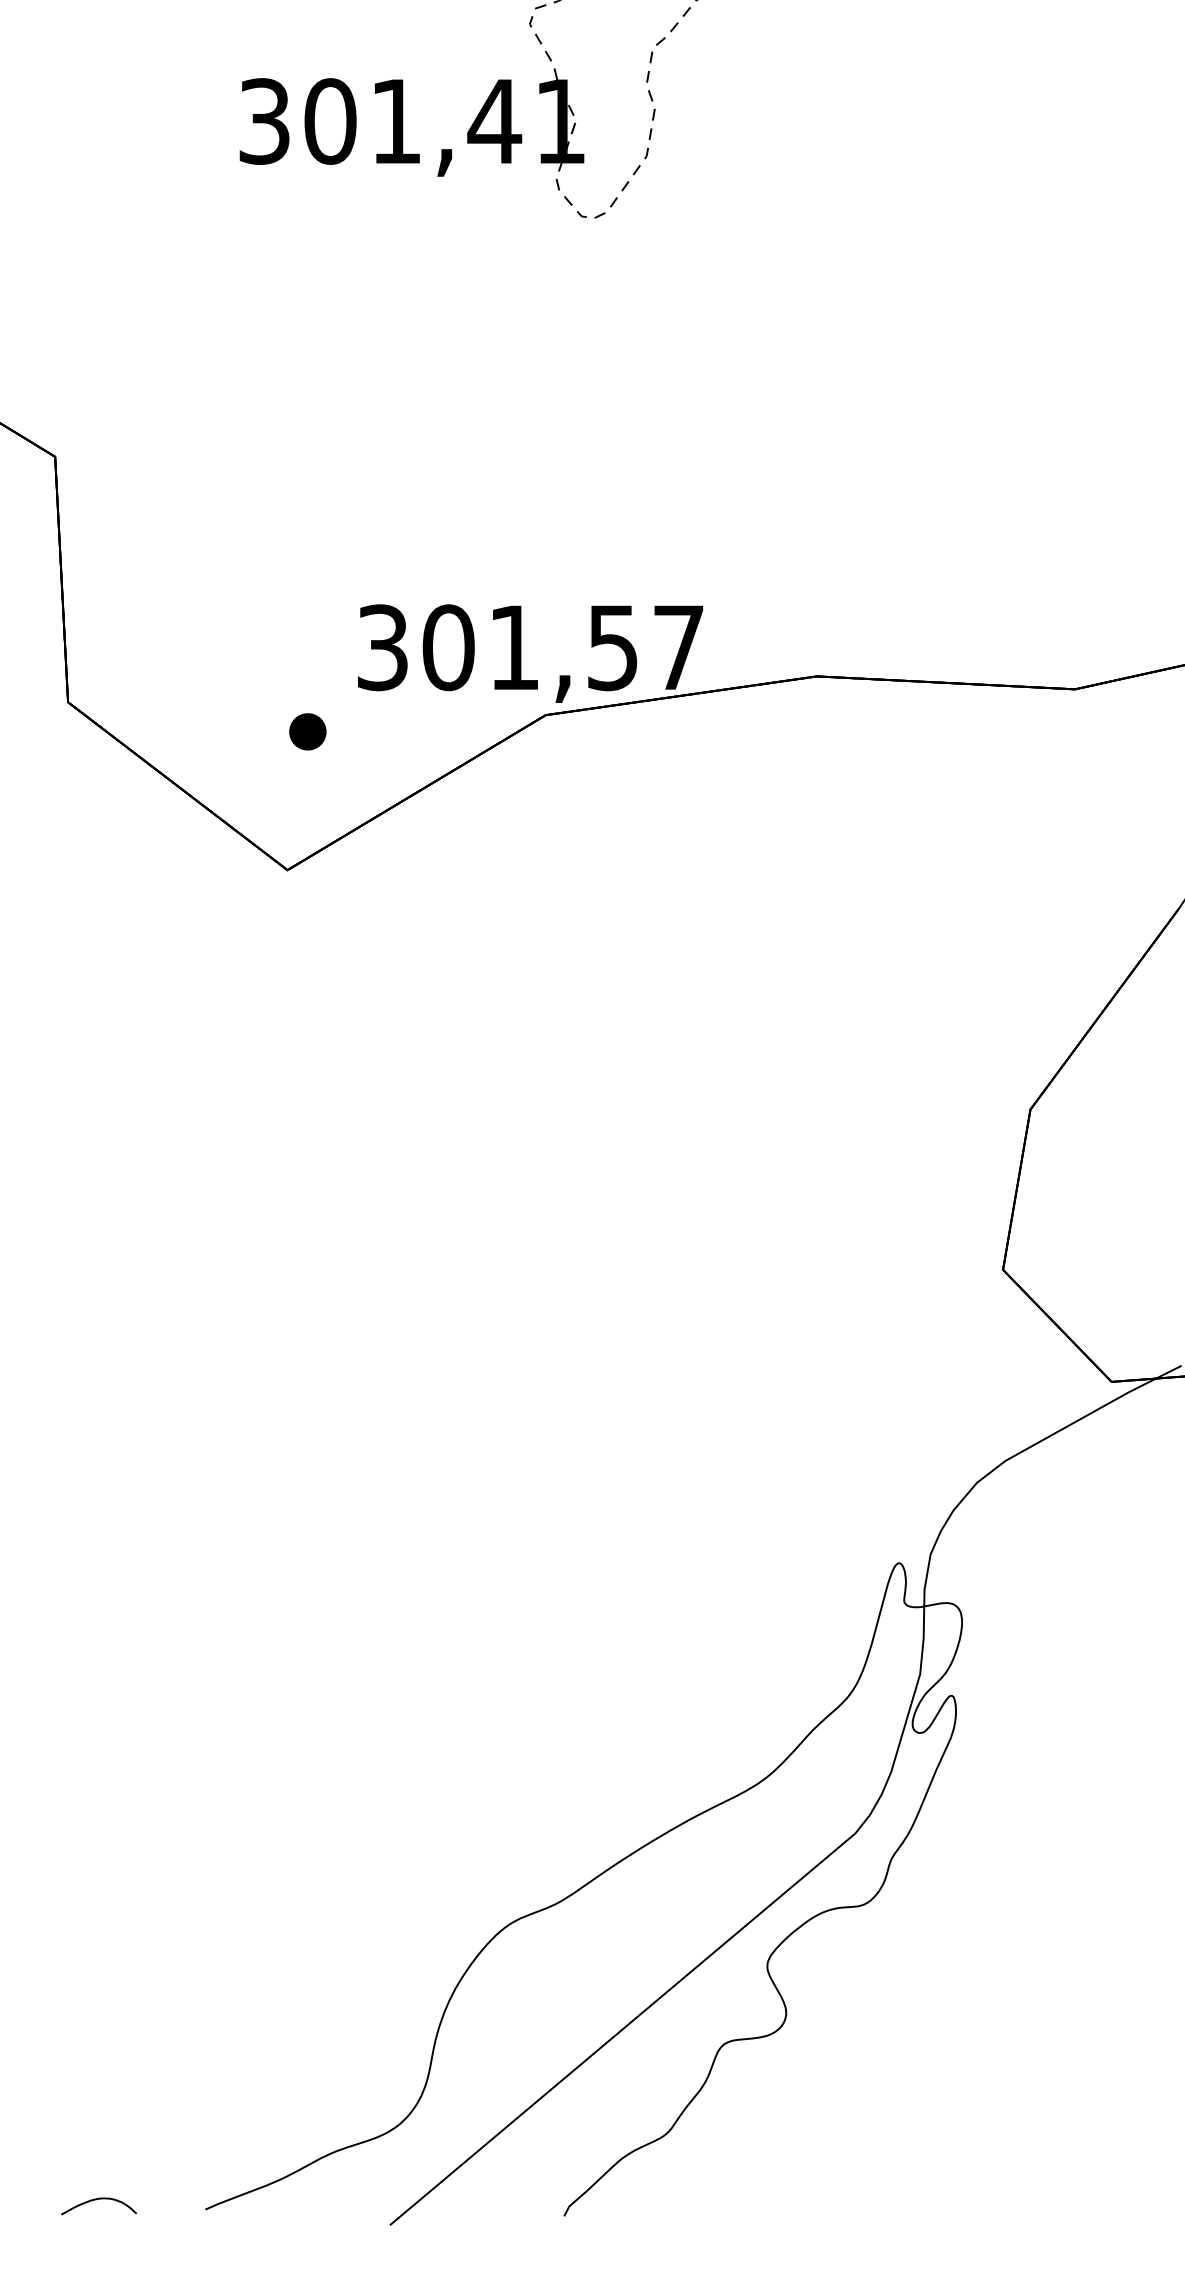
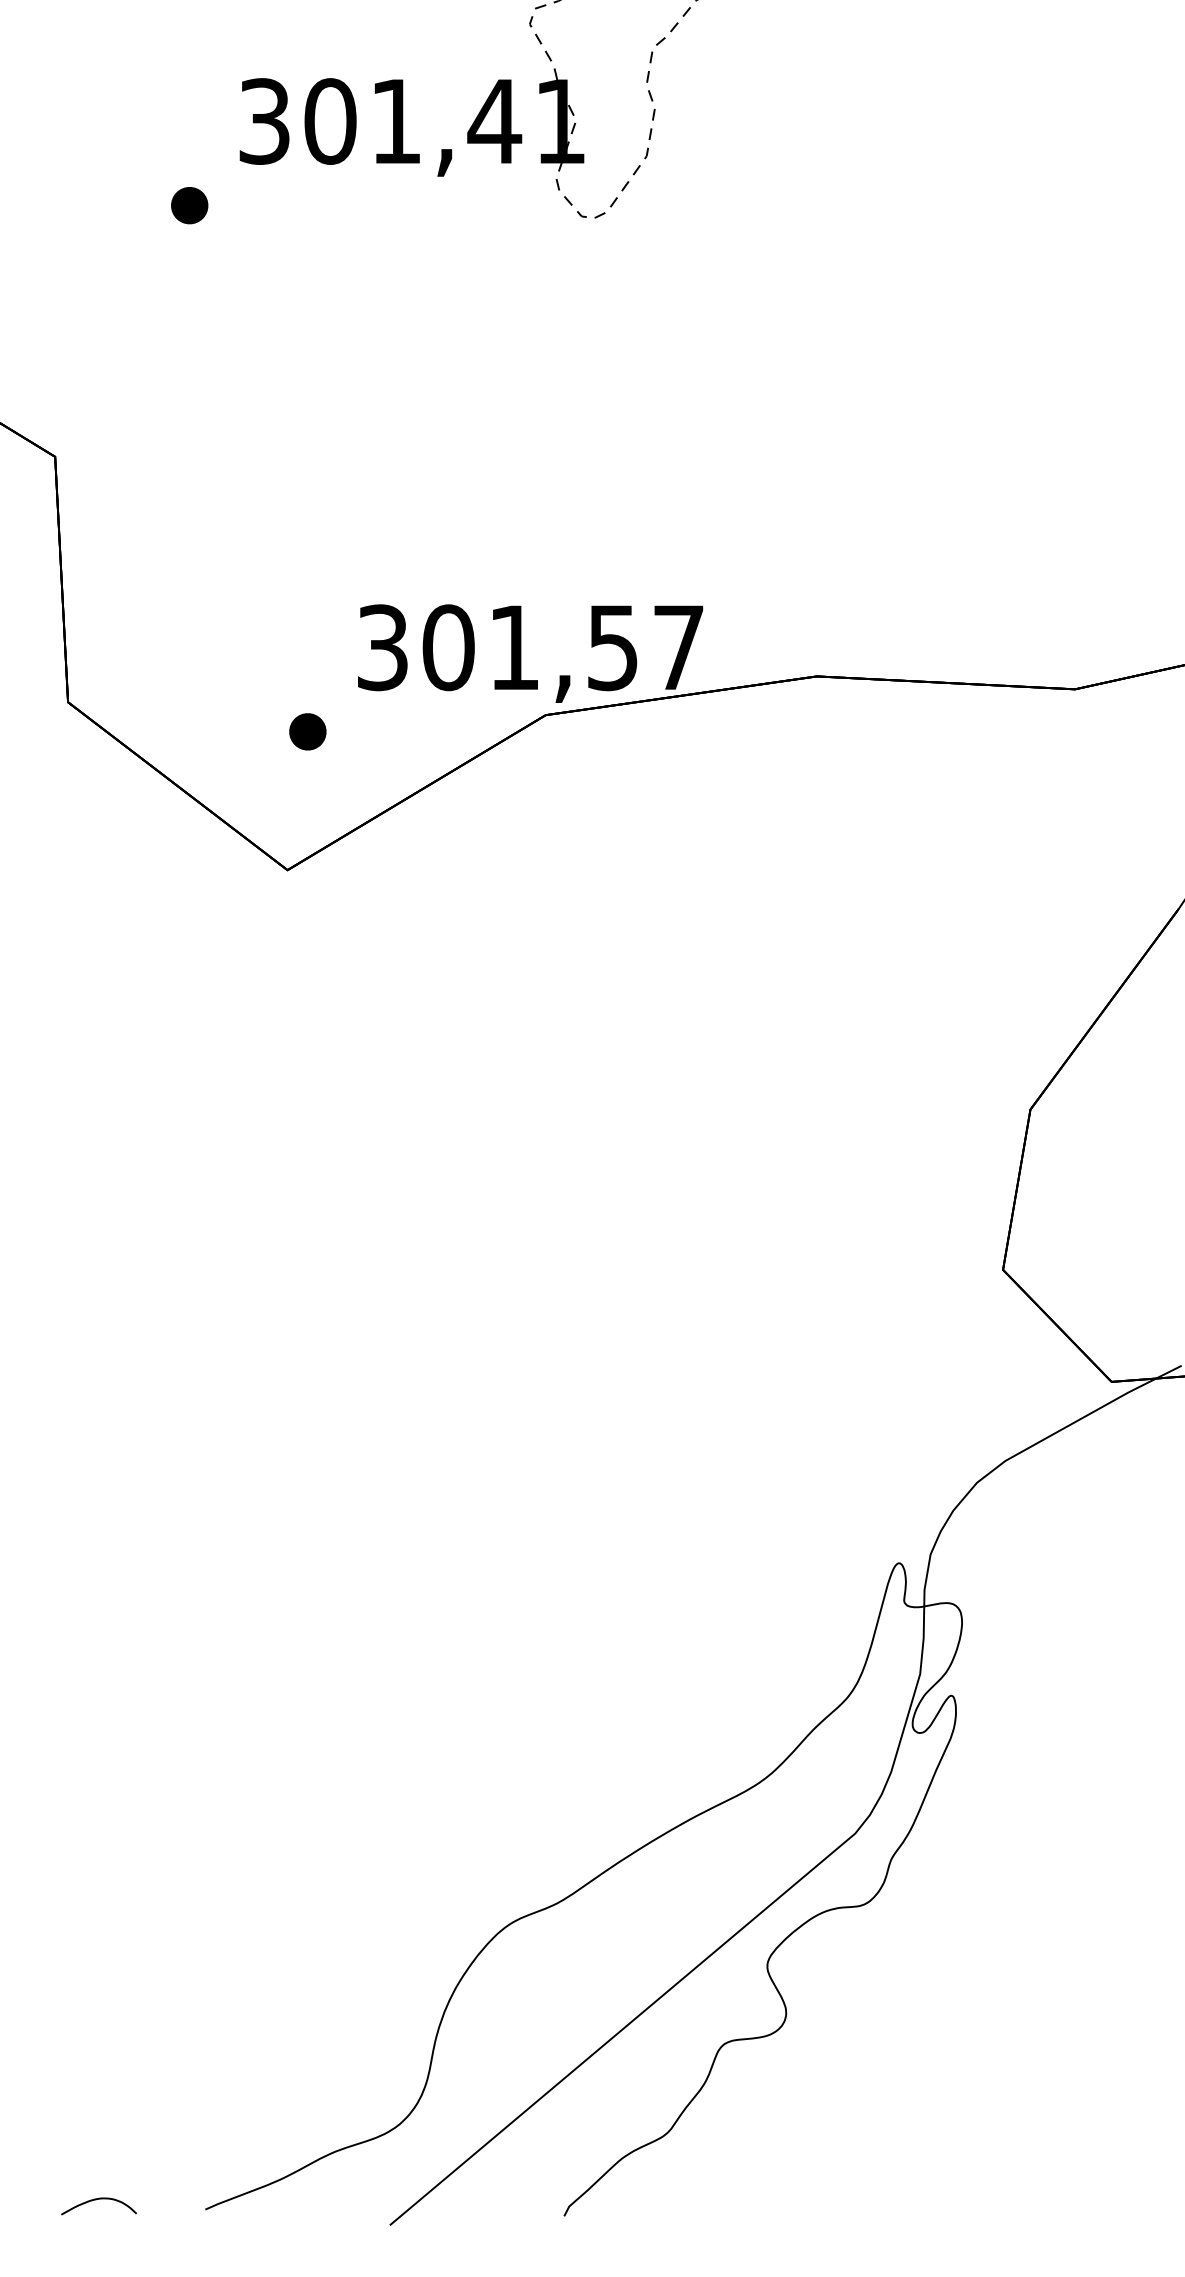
part at (189, 205): none -> present
